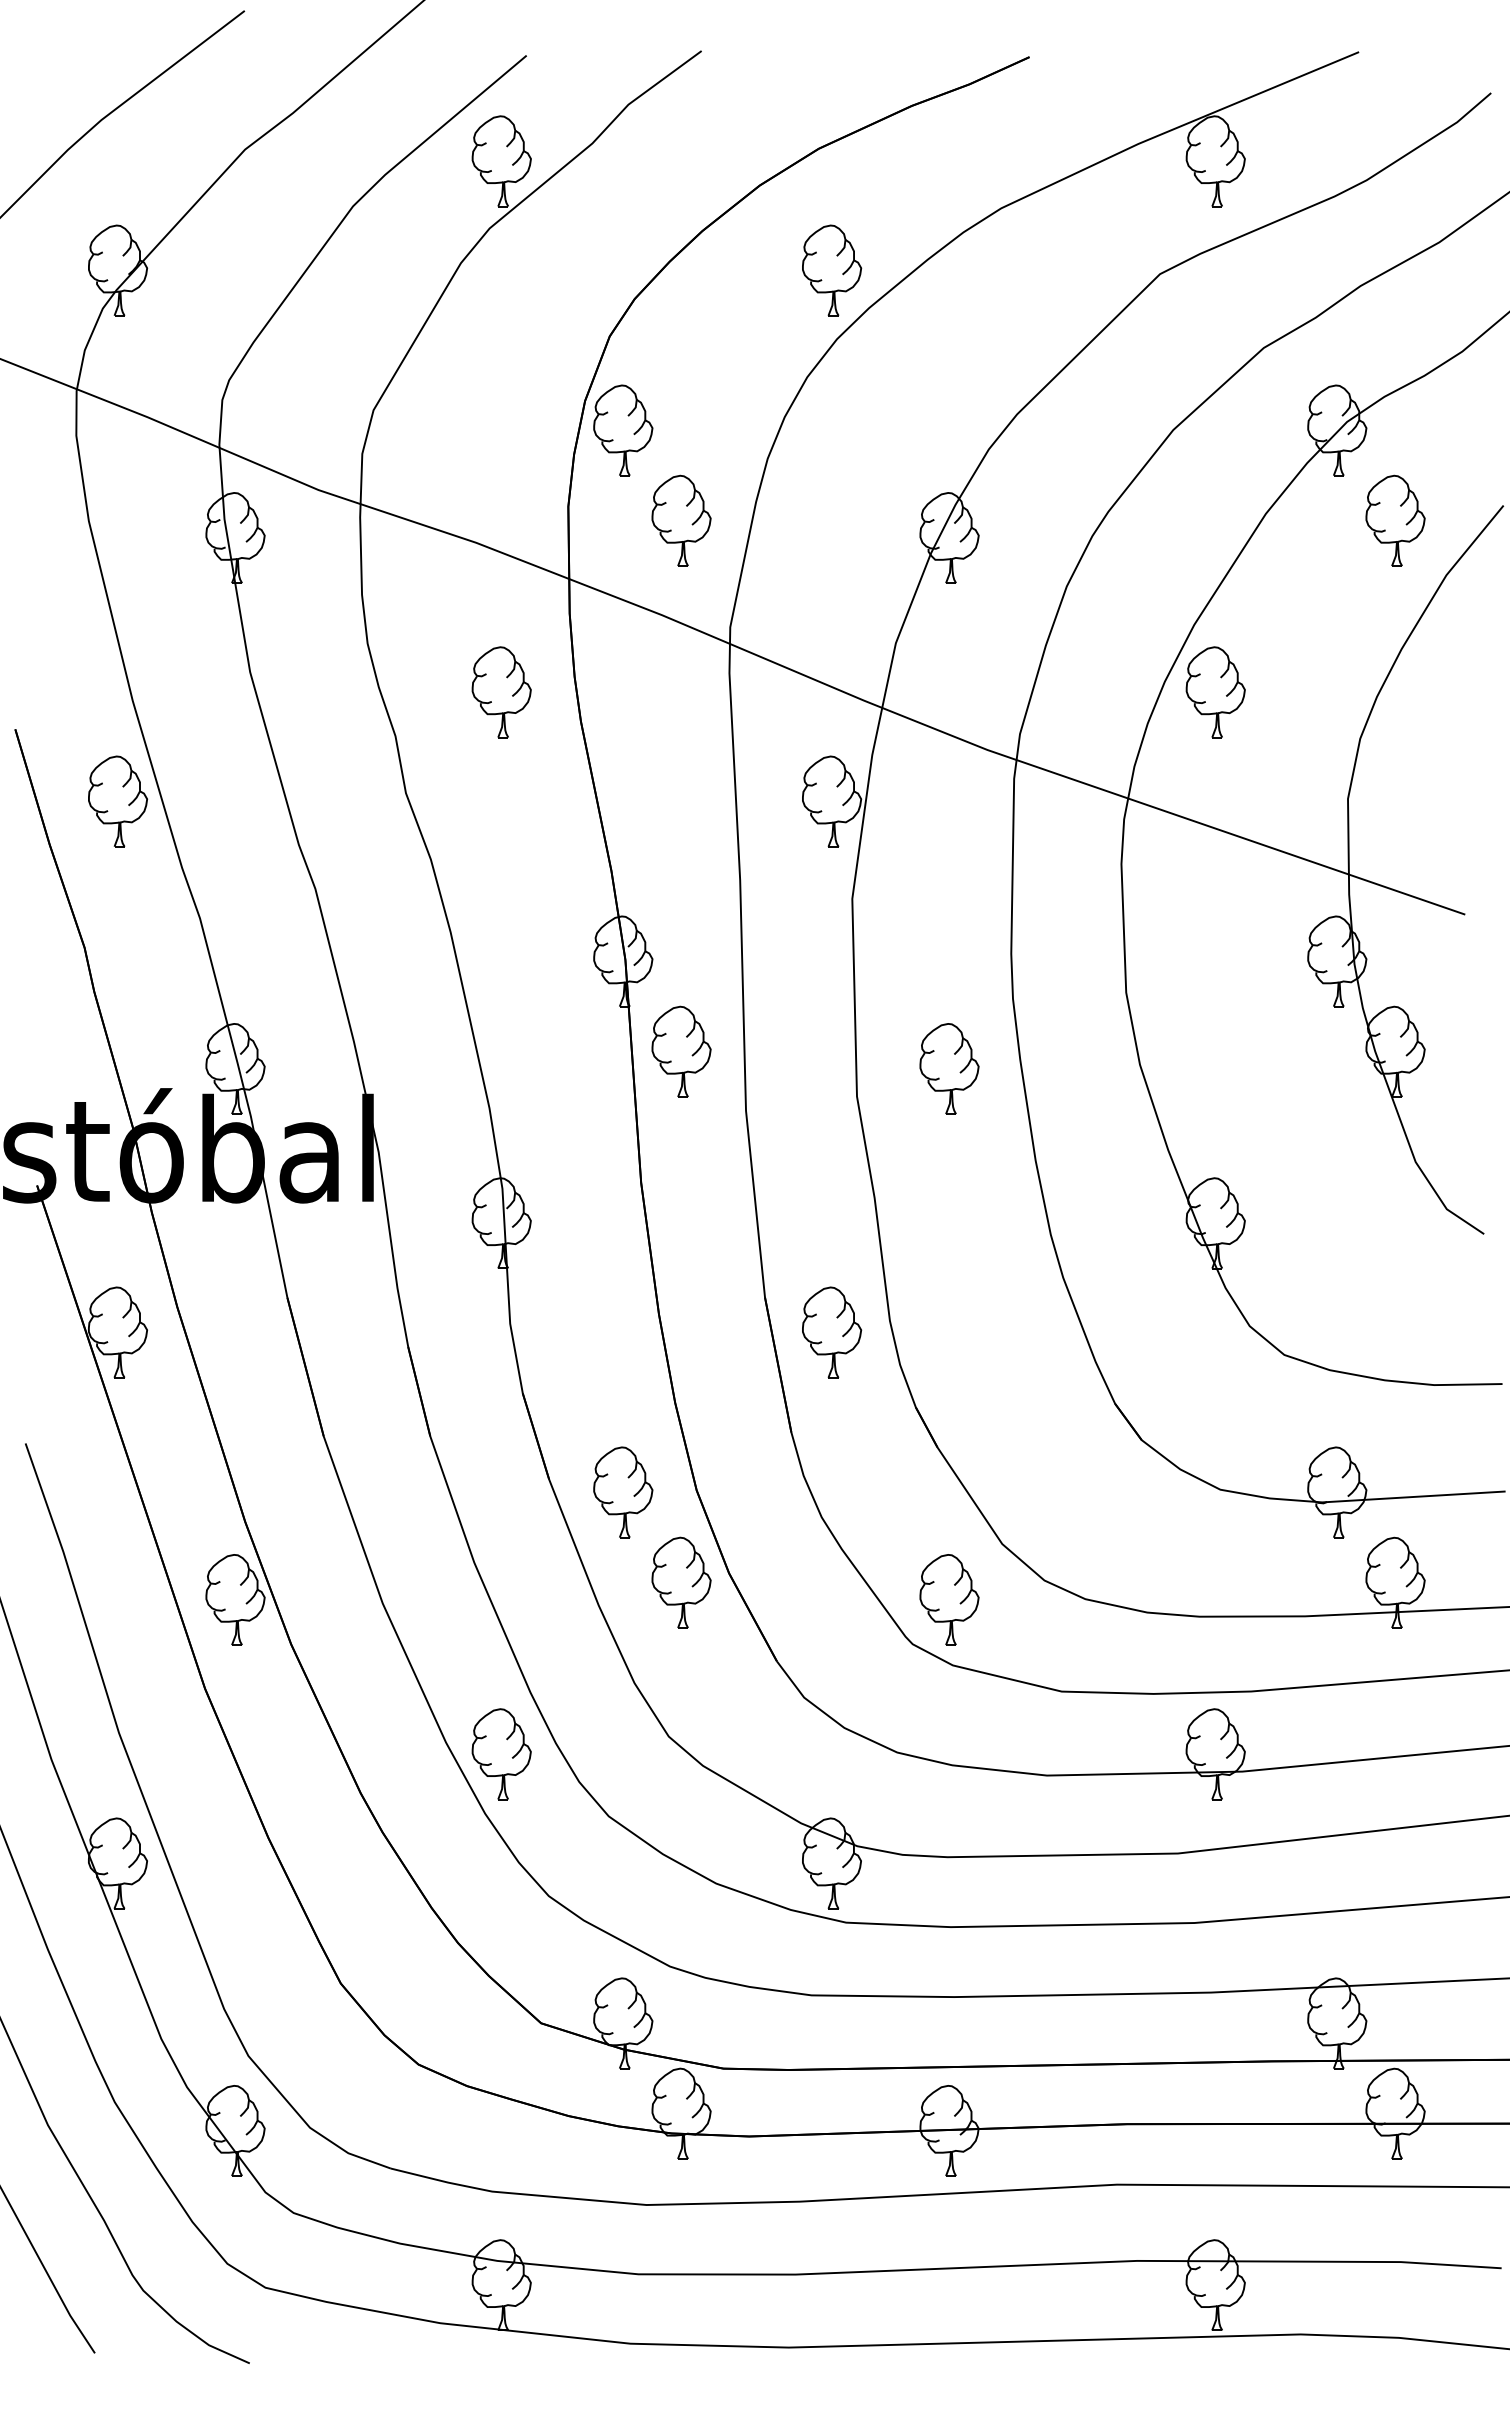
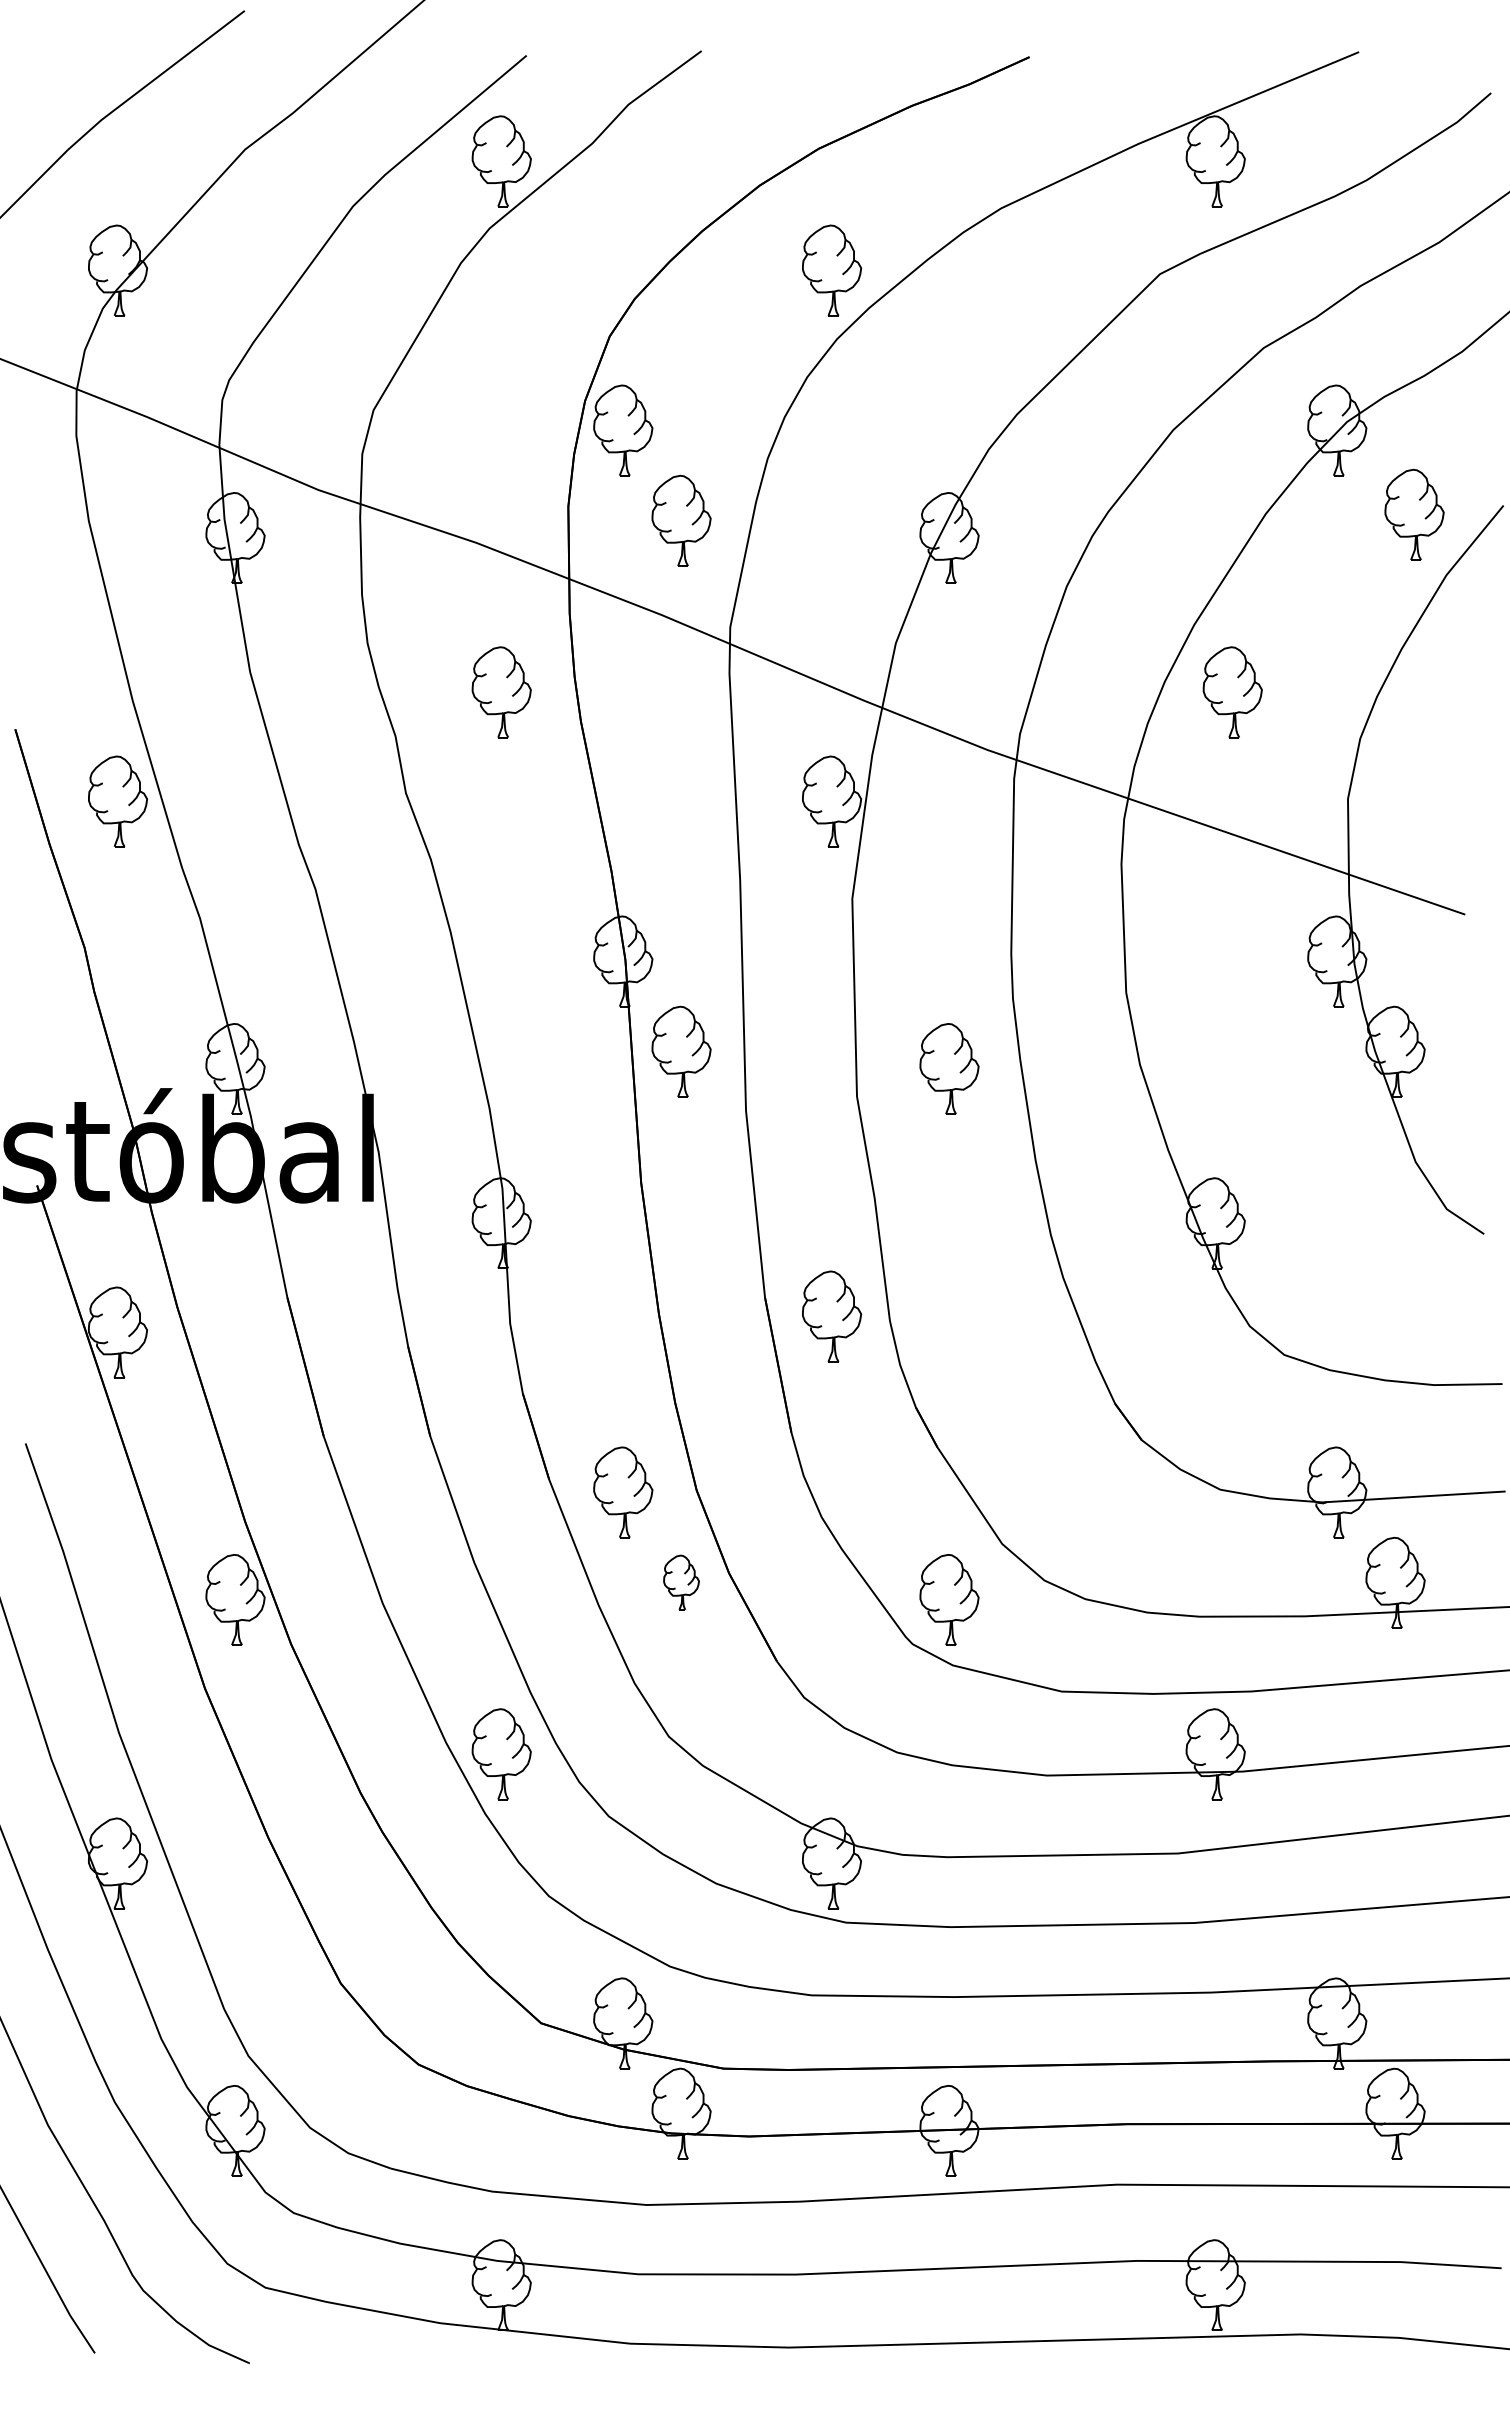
part at (1395, 520) position: (1395, 520) -> (1414, 514)
part at (1215, 692) position: (1215, 692) -> (1232, 692)
part at (832, 1332) position: (832, 1332) -> (832, 1316)
part at (681, 1582) size: 61x93 px -> 37x57 px
